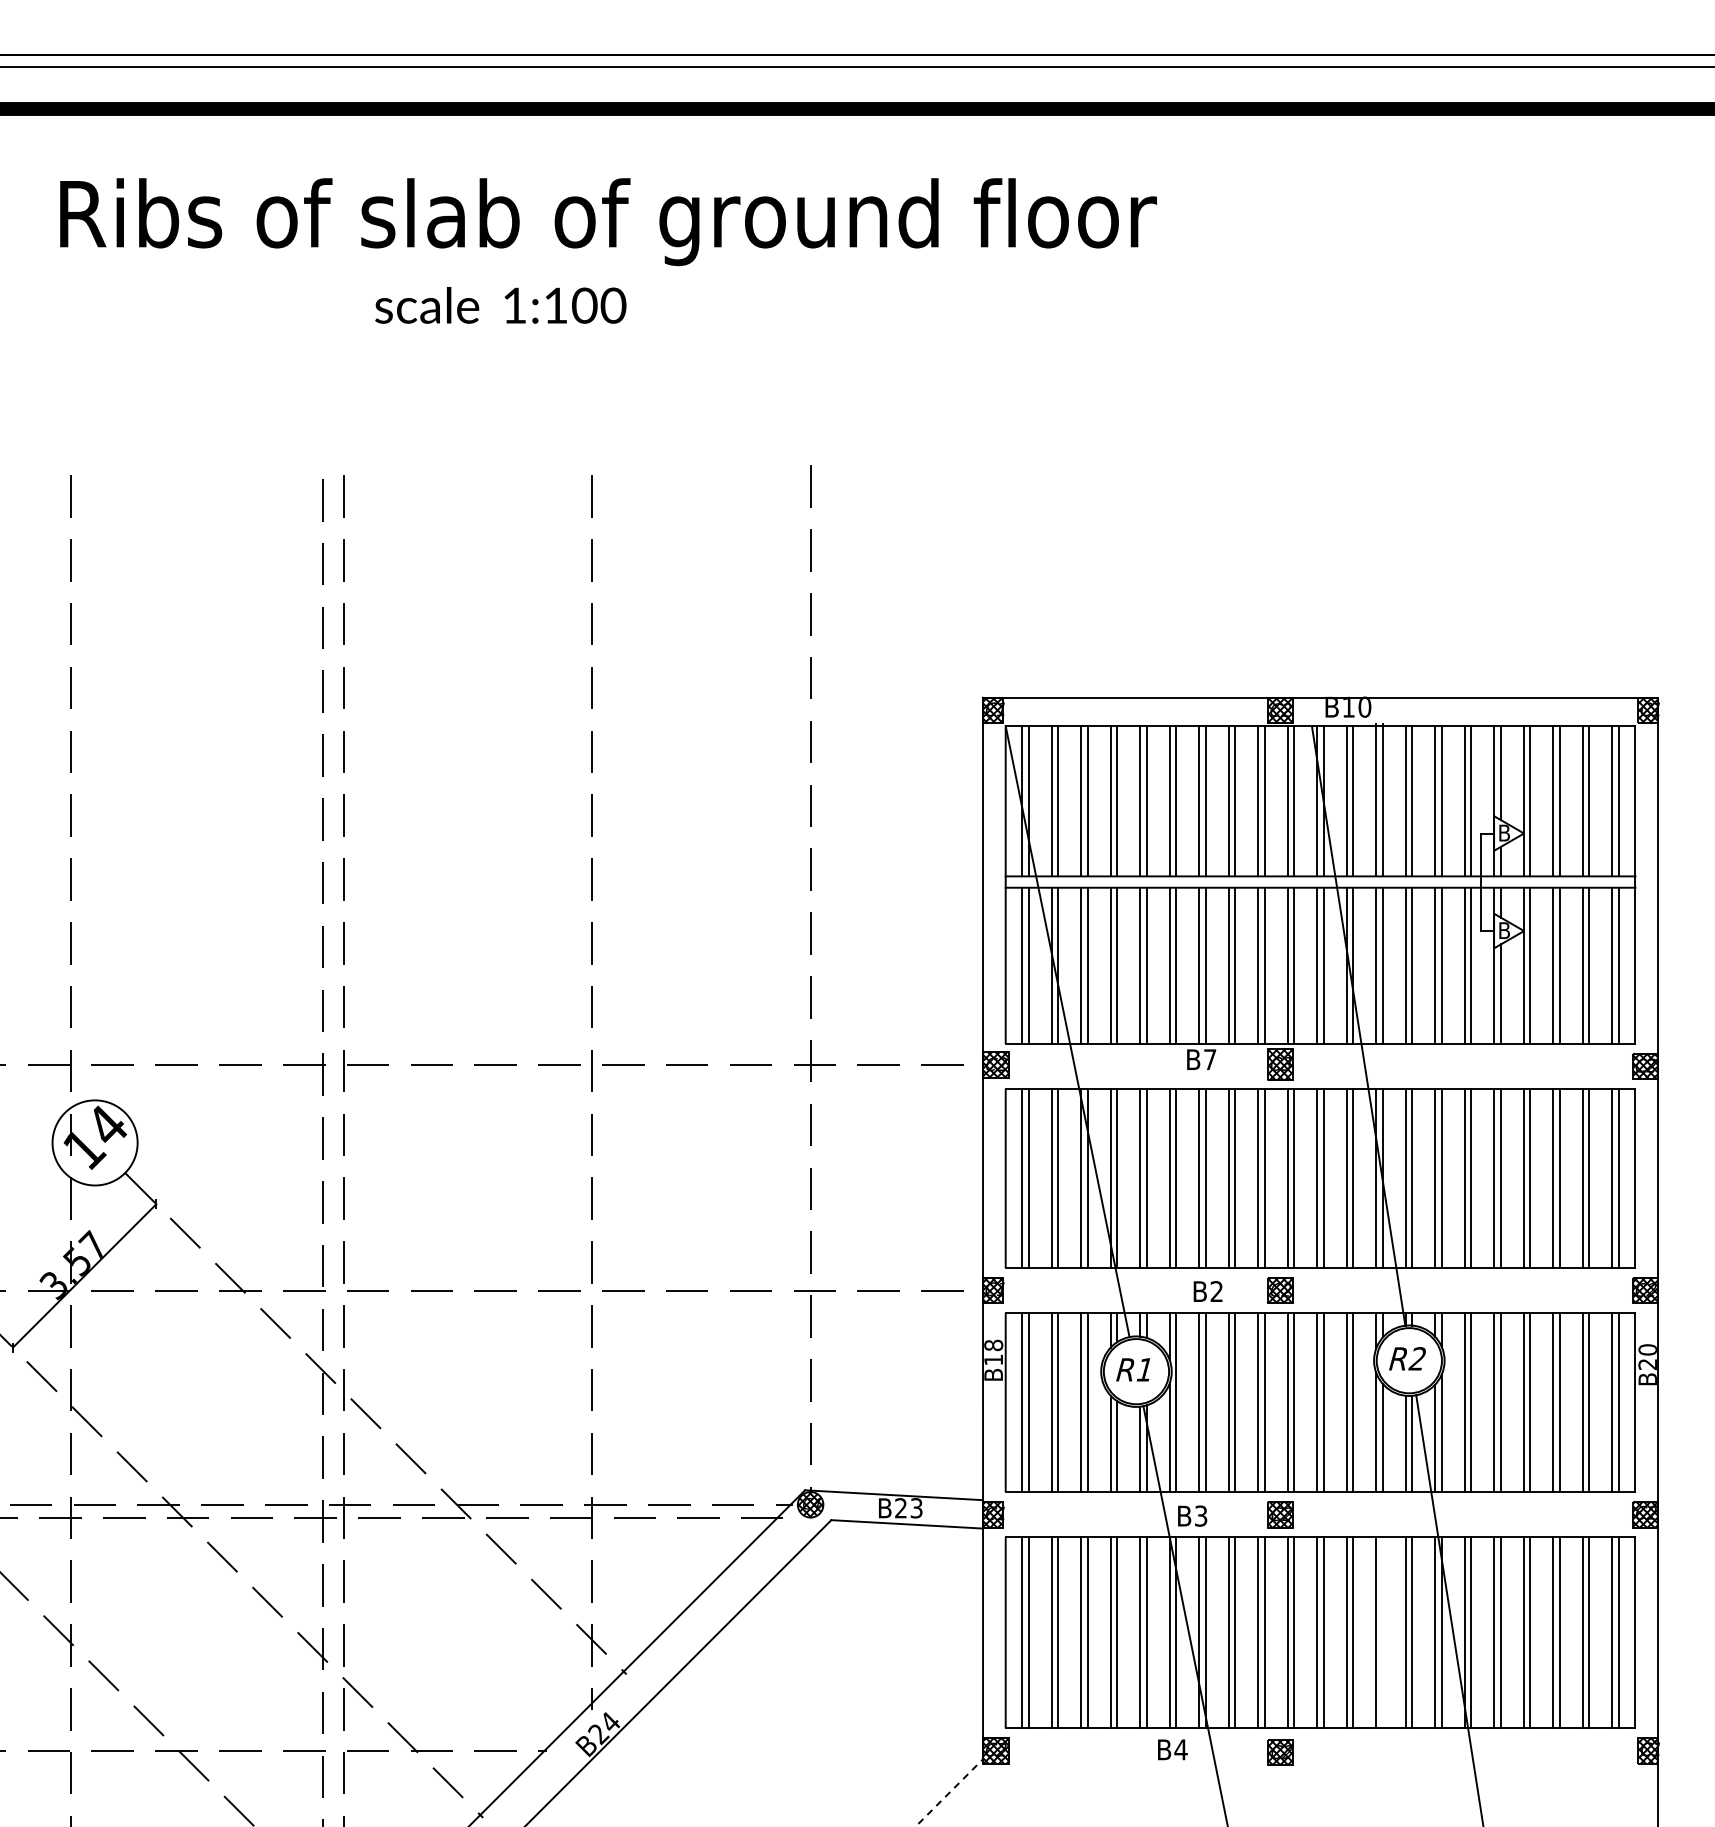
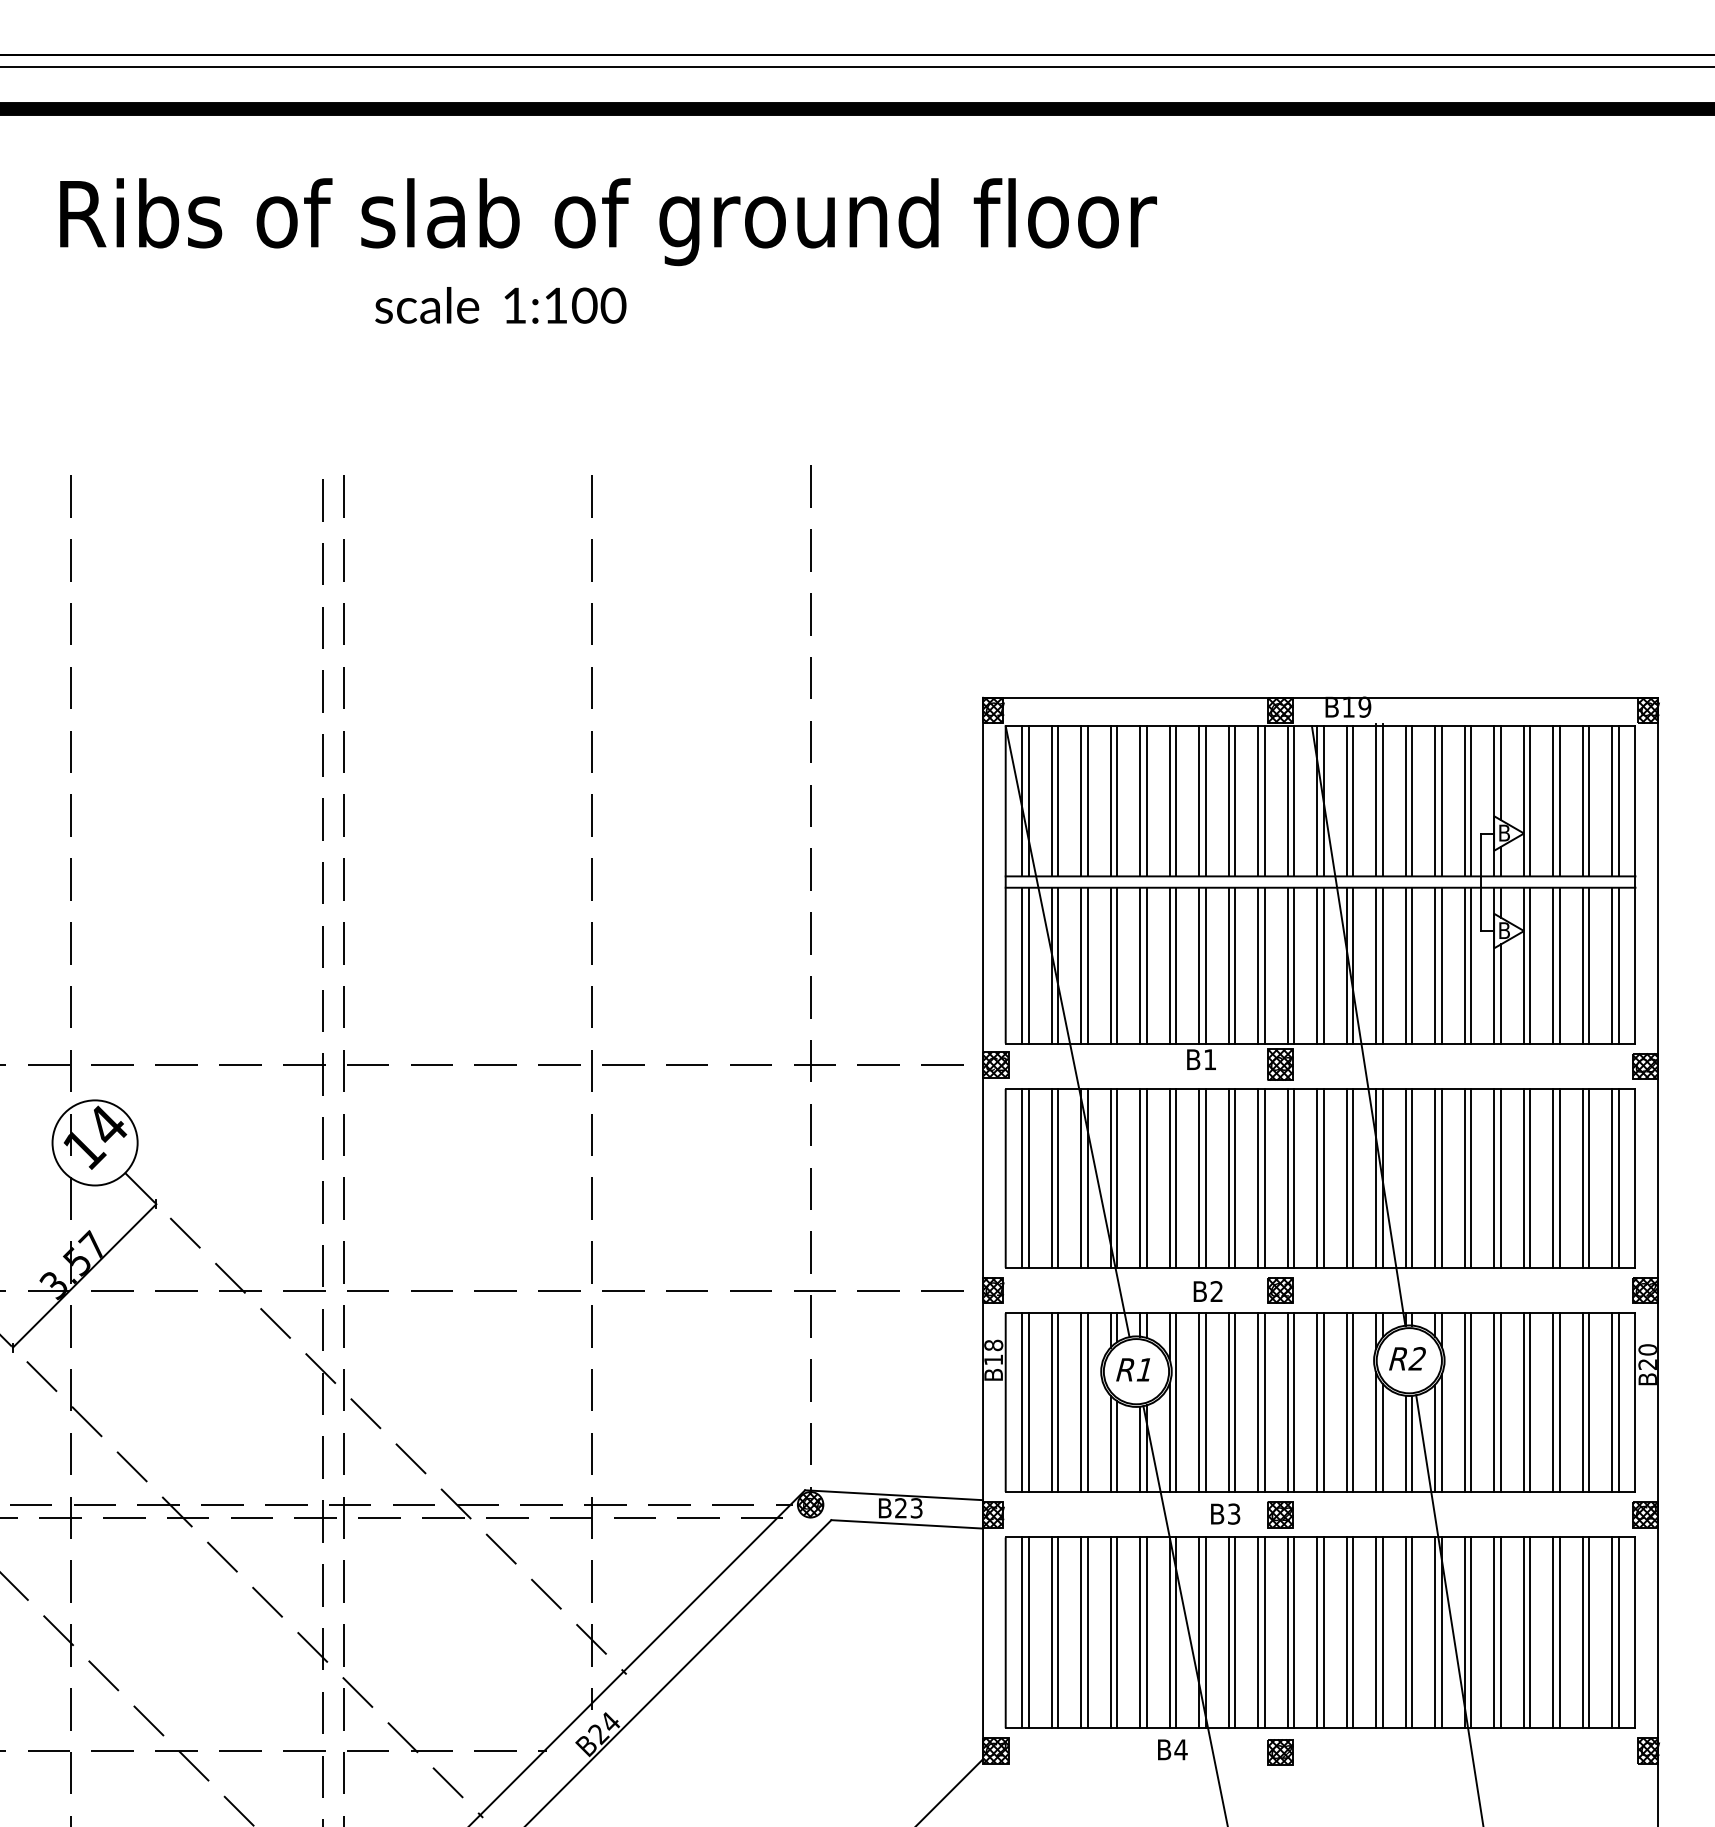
text at (1364, 706): B10 -> B19
text at (1210, 1059): B7 -> B1
text at (1192, 1515) position: (1192, 1515) -> (1225, 1513)
line at (1382, 1632): none -> present
line at (949, 1792): dashed -> solid
